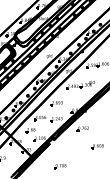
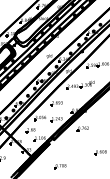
part at (97, 146) position: (97, 146) -> (100, 152)
